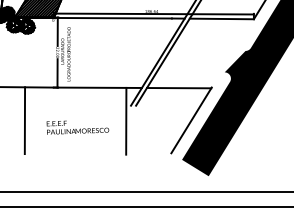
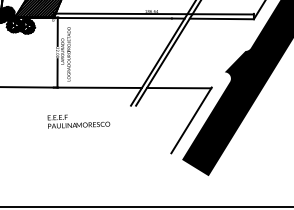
line at (24, 120): present -> none
line at (126, 120): present -> none
text at (77, 127) position: (77, 127) -> (78, 121)
line at (146, 191): present -> none
